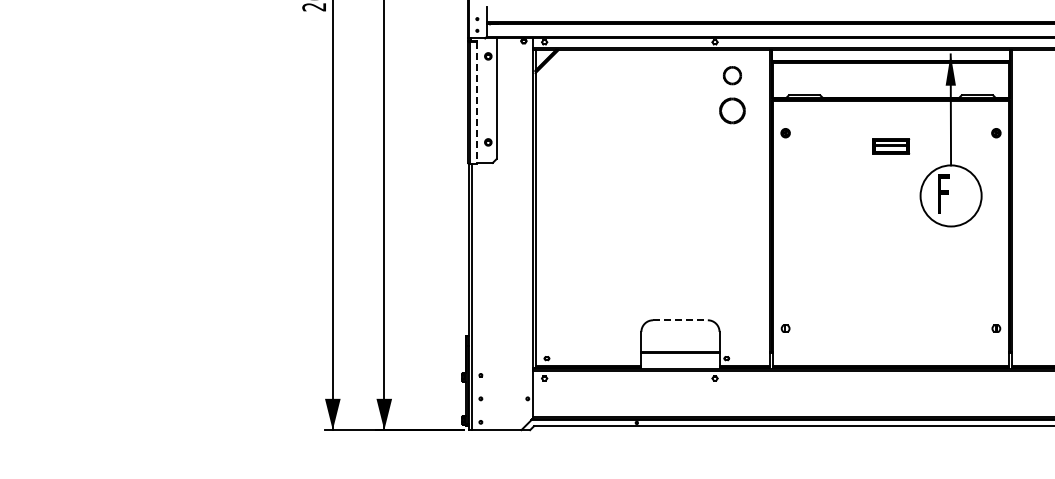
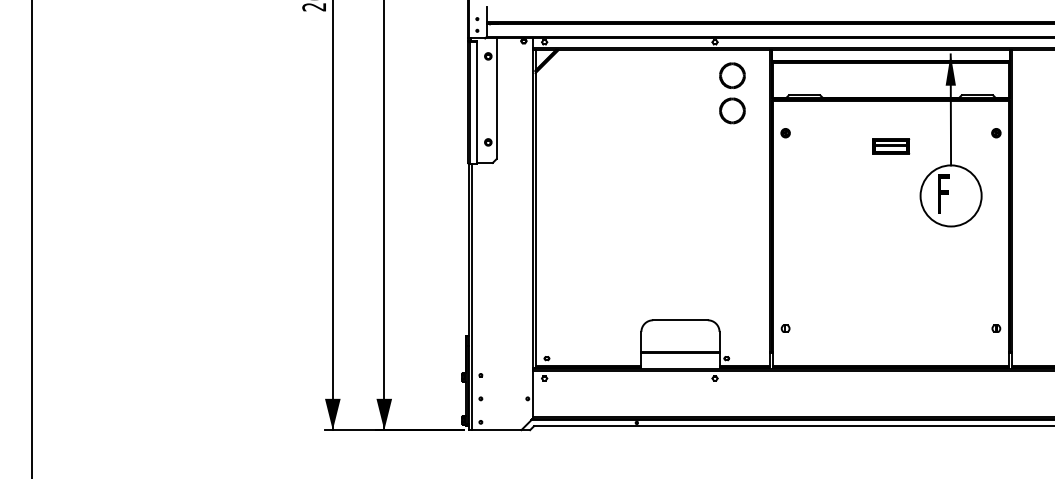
part at (732, 75) size: 19x20 px -> 27x27 px
line at (477, 103): dashed -> solid
line at (31, 238): none -> present
line at (680, 320): dashed -> solid
